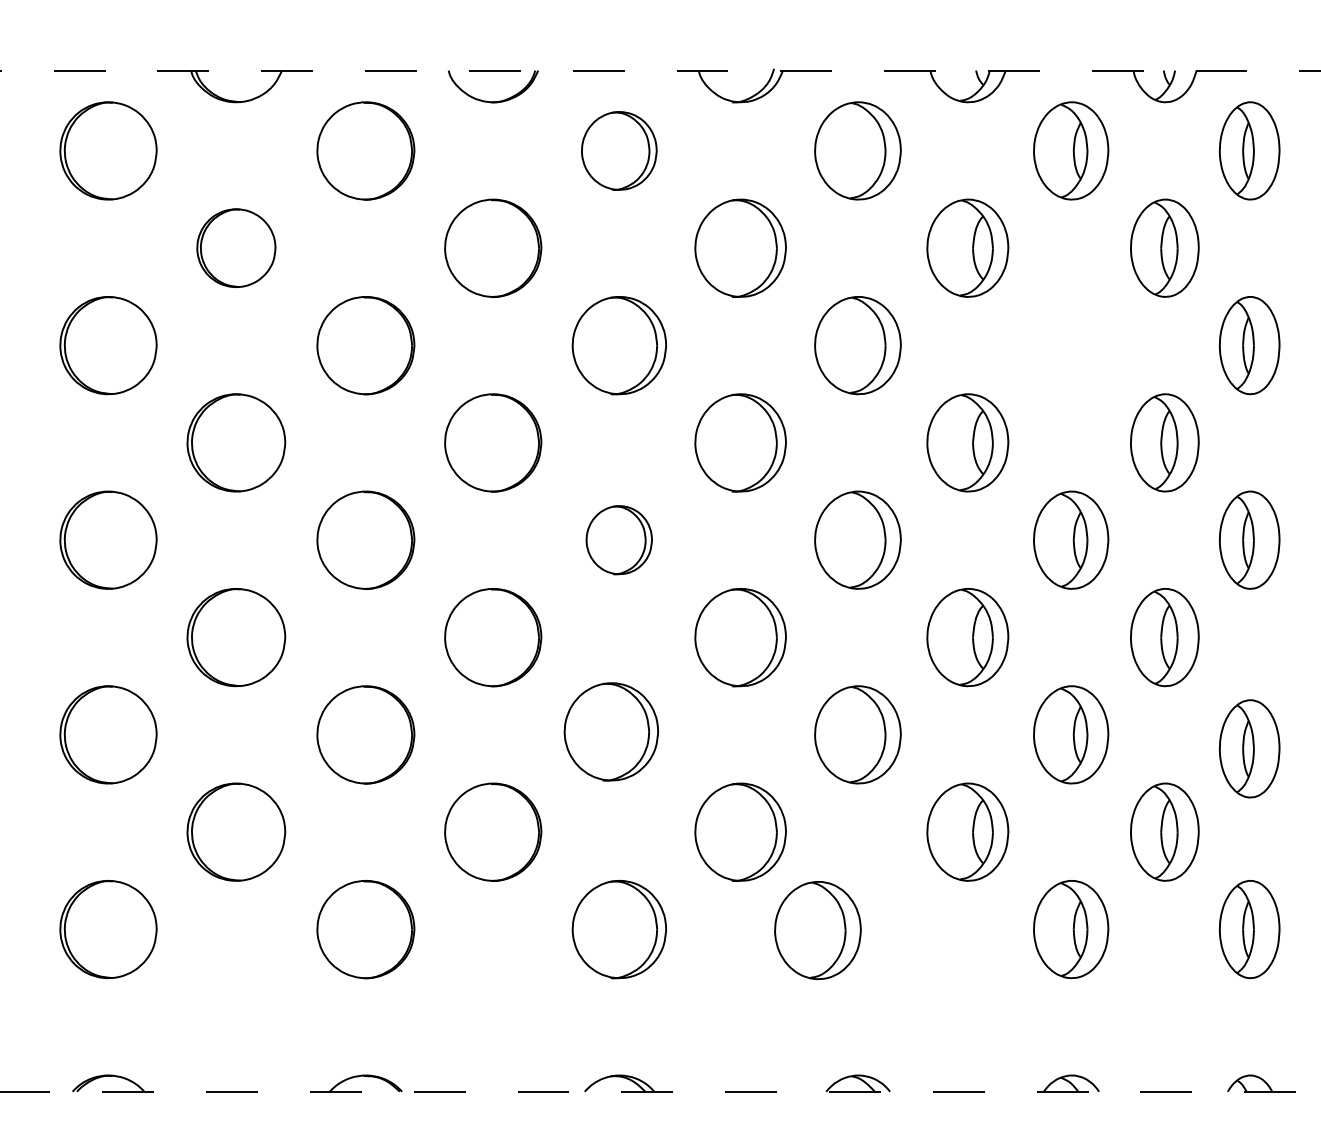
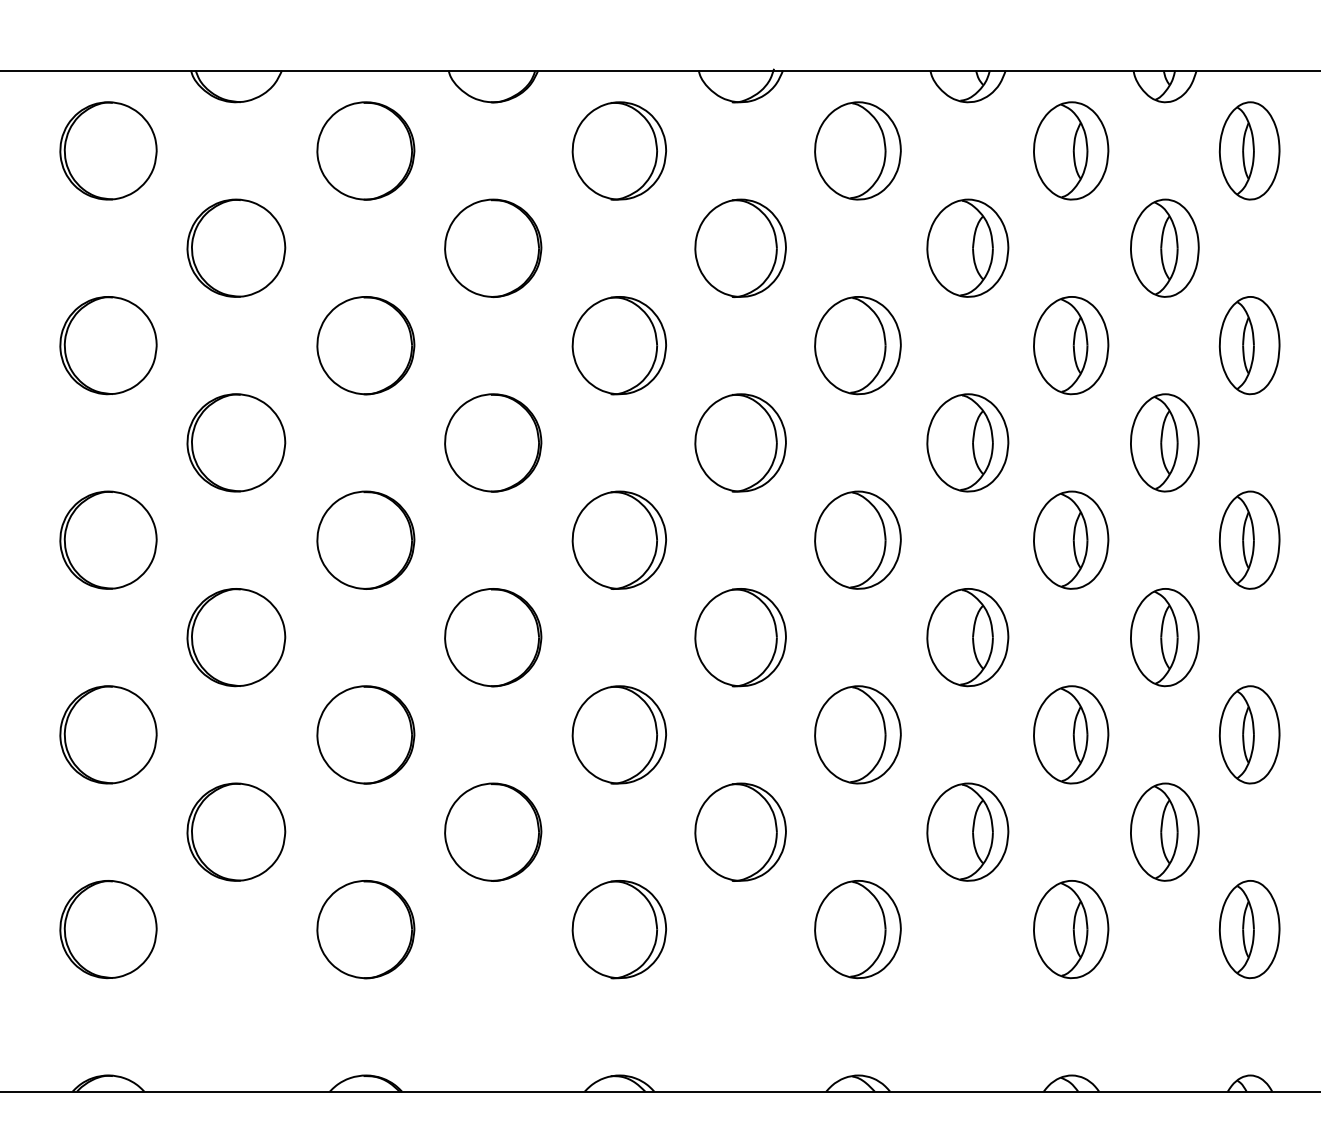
line at (660, 70): dashed -> solid
part at (619, 150) size: 77x80 px -> 96x100 px
part at (236, 247) size: 81x80 px -> 101x100 px
part at (1071, 345): none -> present
part at (618, 540) size: 68x71 px -> 96x100 px
part at (610, 731) position: (610, 731) -> (618, 734)
part at (1249, 748) position: (1249, 748) -> (1249, 734)
part at (817, 930) position: (817, 930) -> (857, 929)
line at (661, 1091): dashed -> solid
